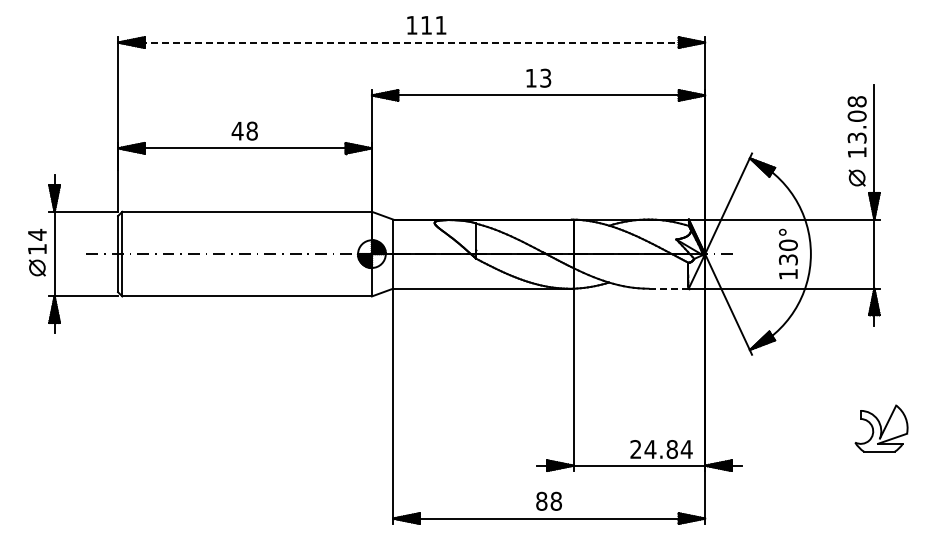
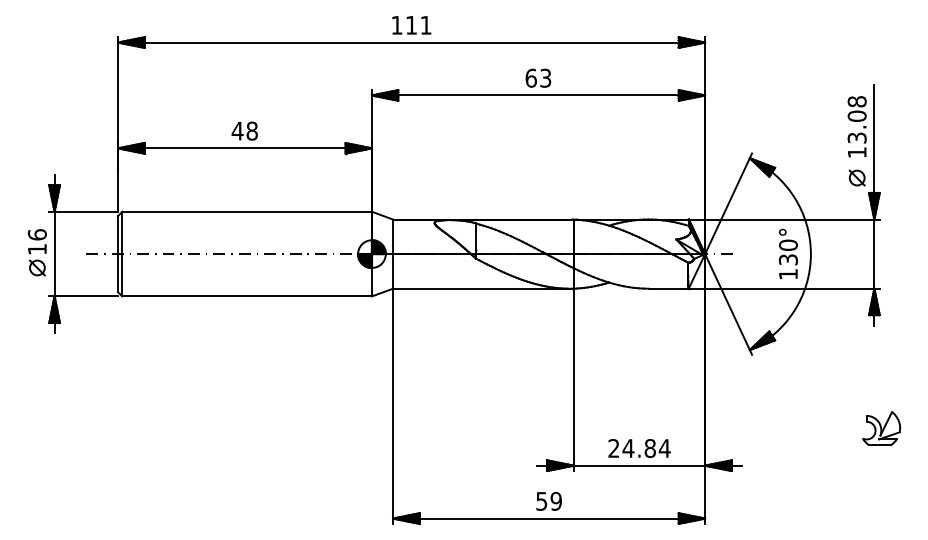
text at (426, 25) position: (426, 25) -> (411, 25)
line at (411, 42): dashed -> solid
text at (531, 77): 13 -> 63
text at (36, 234): 14 -> 16
line at (669, 288): dashed -> solid
part at (881, 428) size: 55x49 px -> 39x35 px
text at (661, 449) position: (661, 449) -> (639, 448)
text at (548, 500): 88 -> 59
